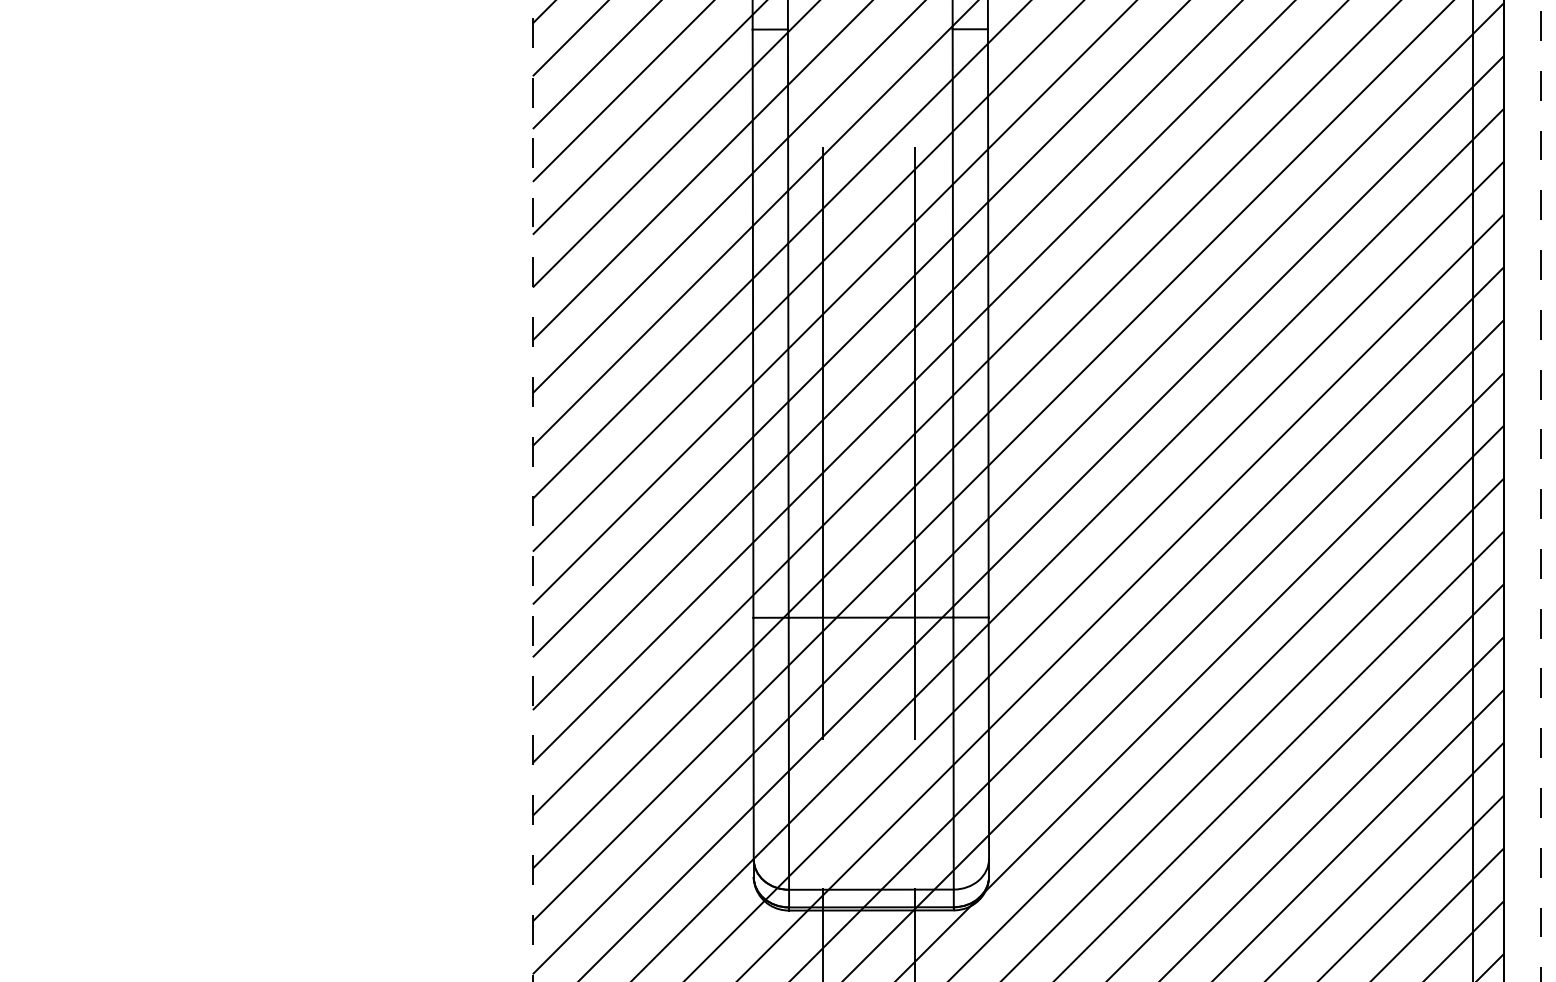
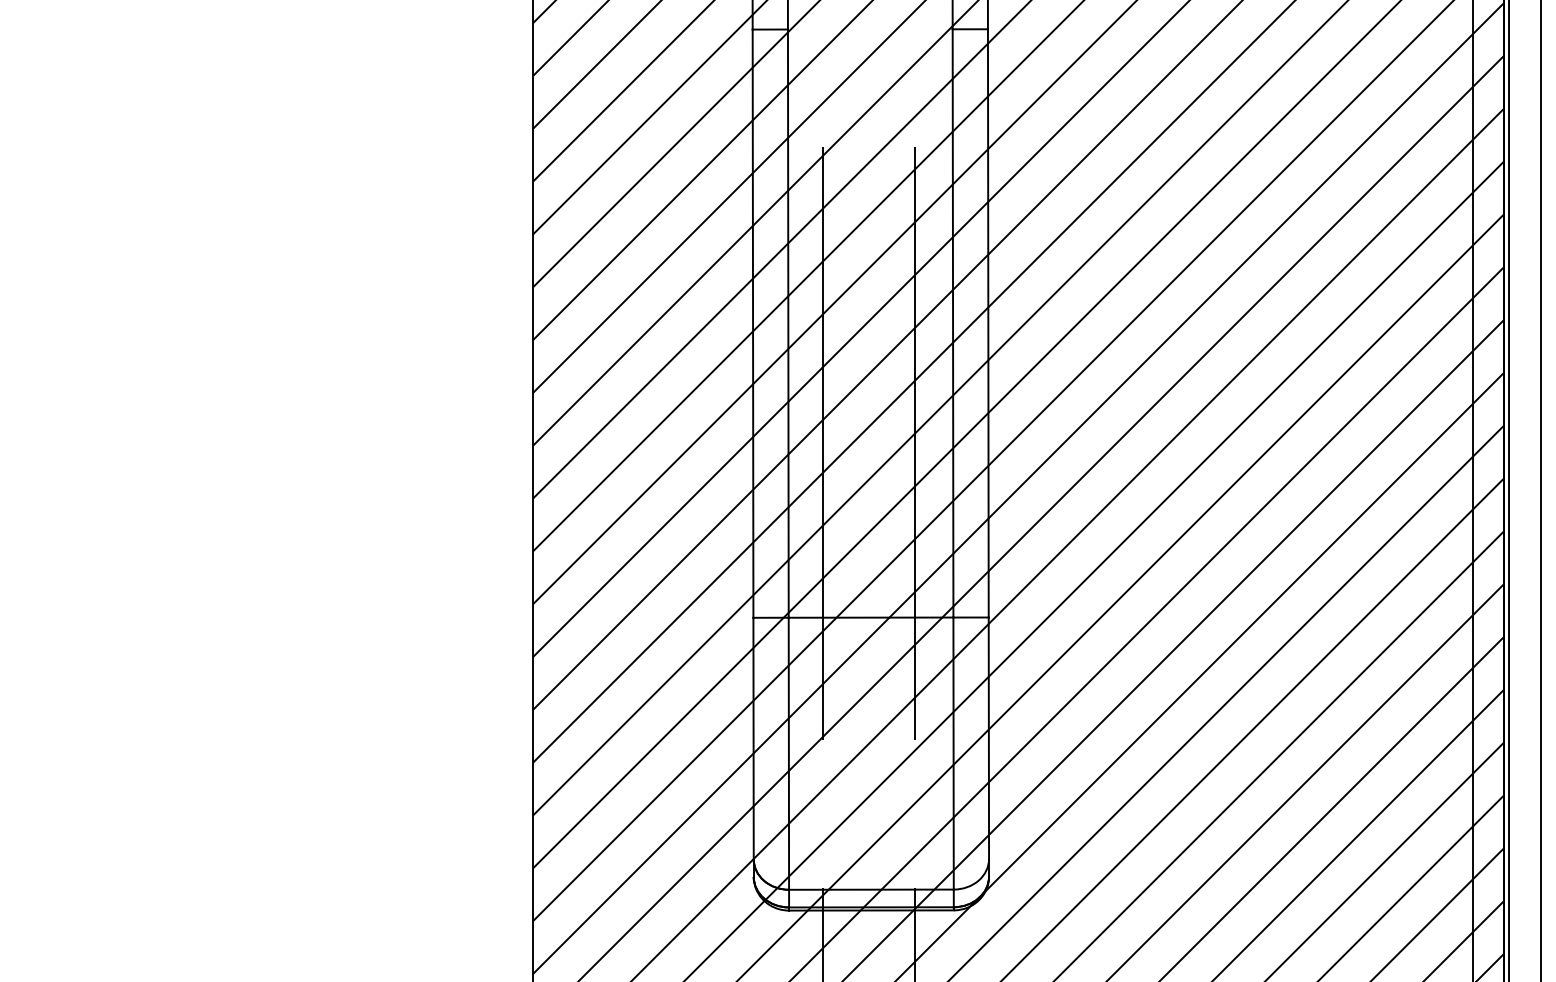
line at (1509, 490): none -> present
line at (532, 491): dashed -> solid
line at (1540, 491): dashed -> solid
